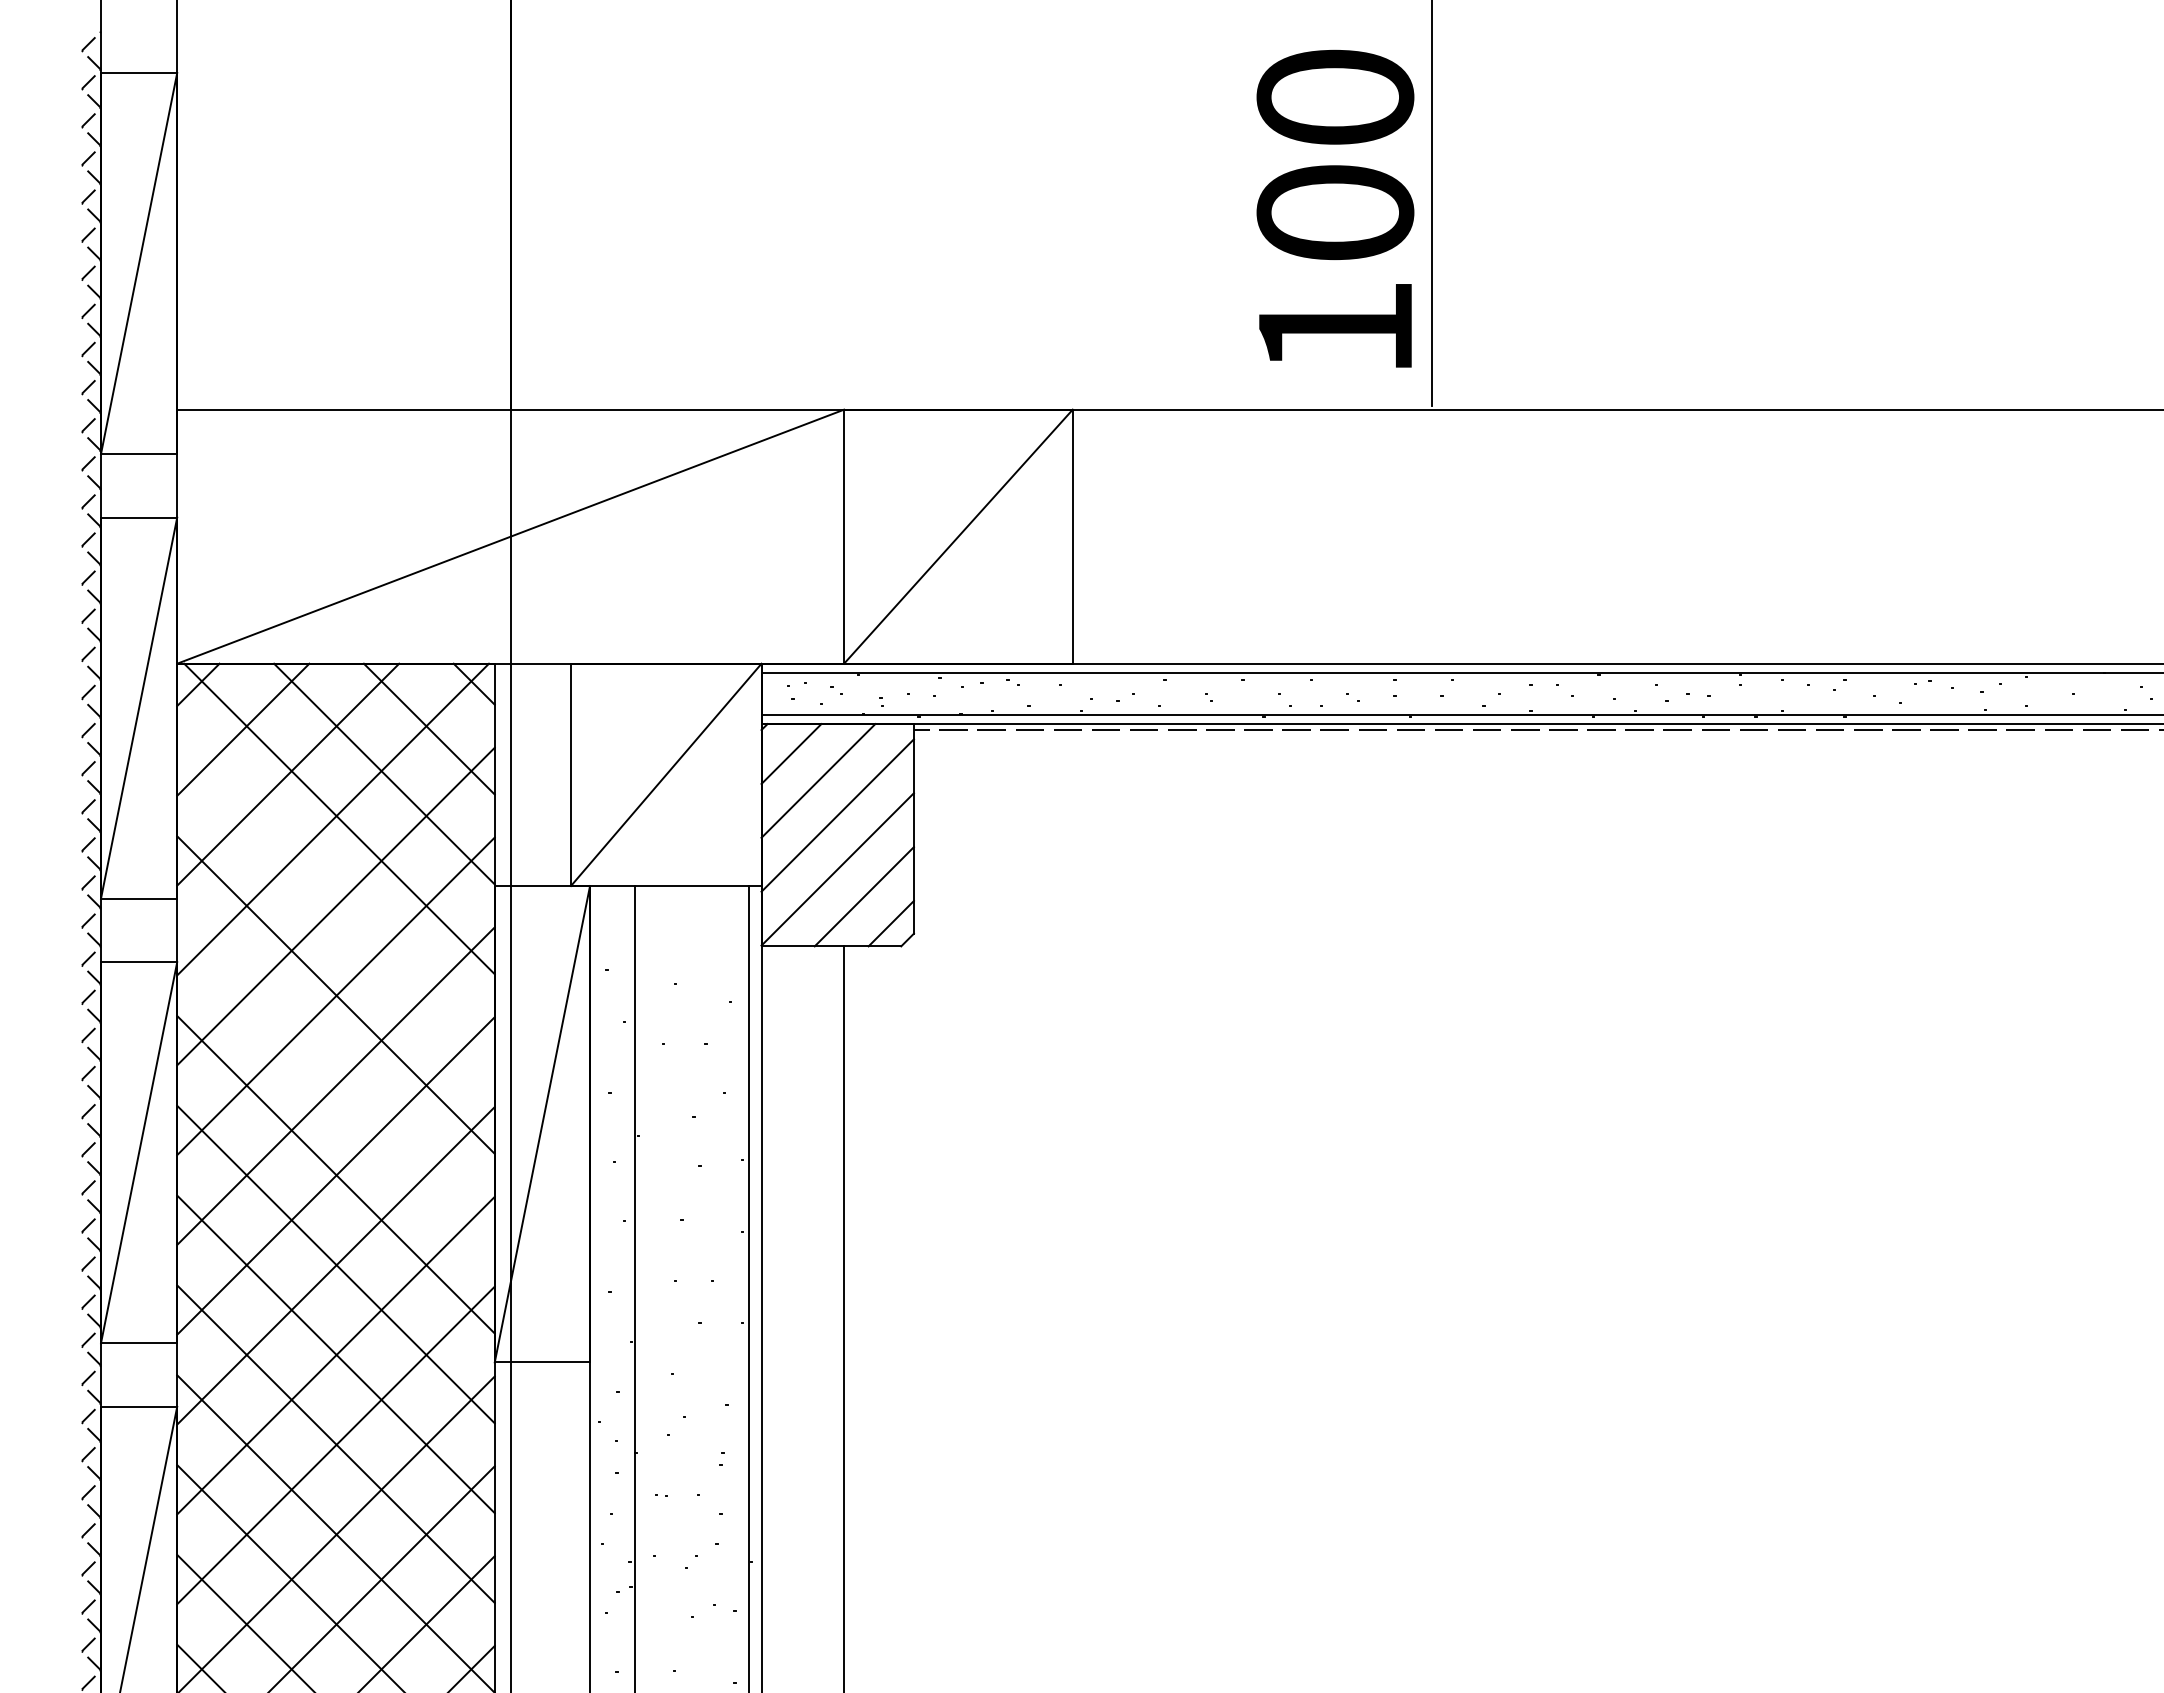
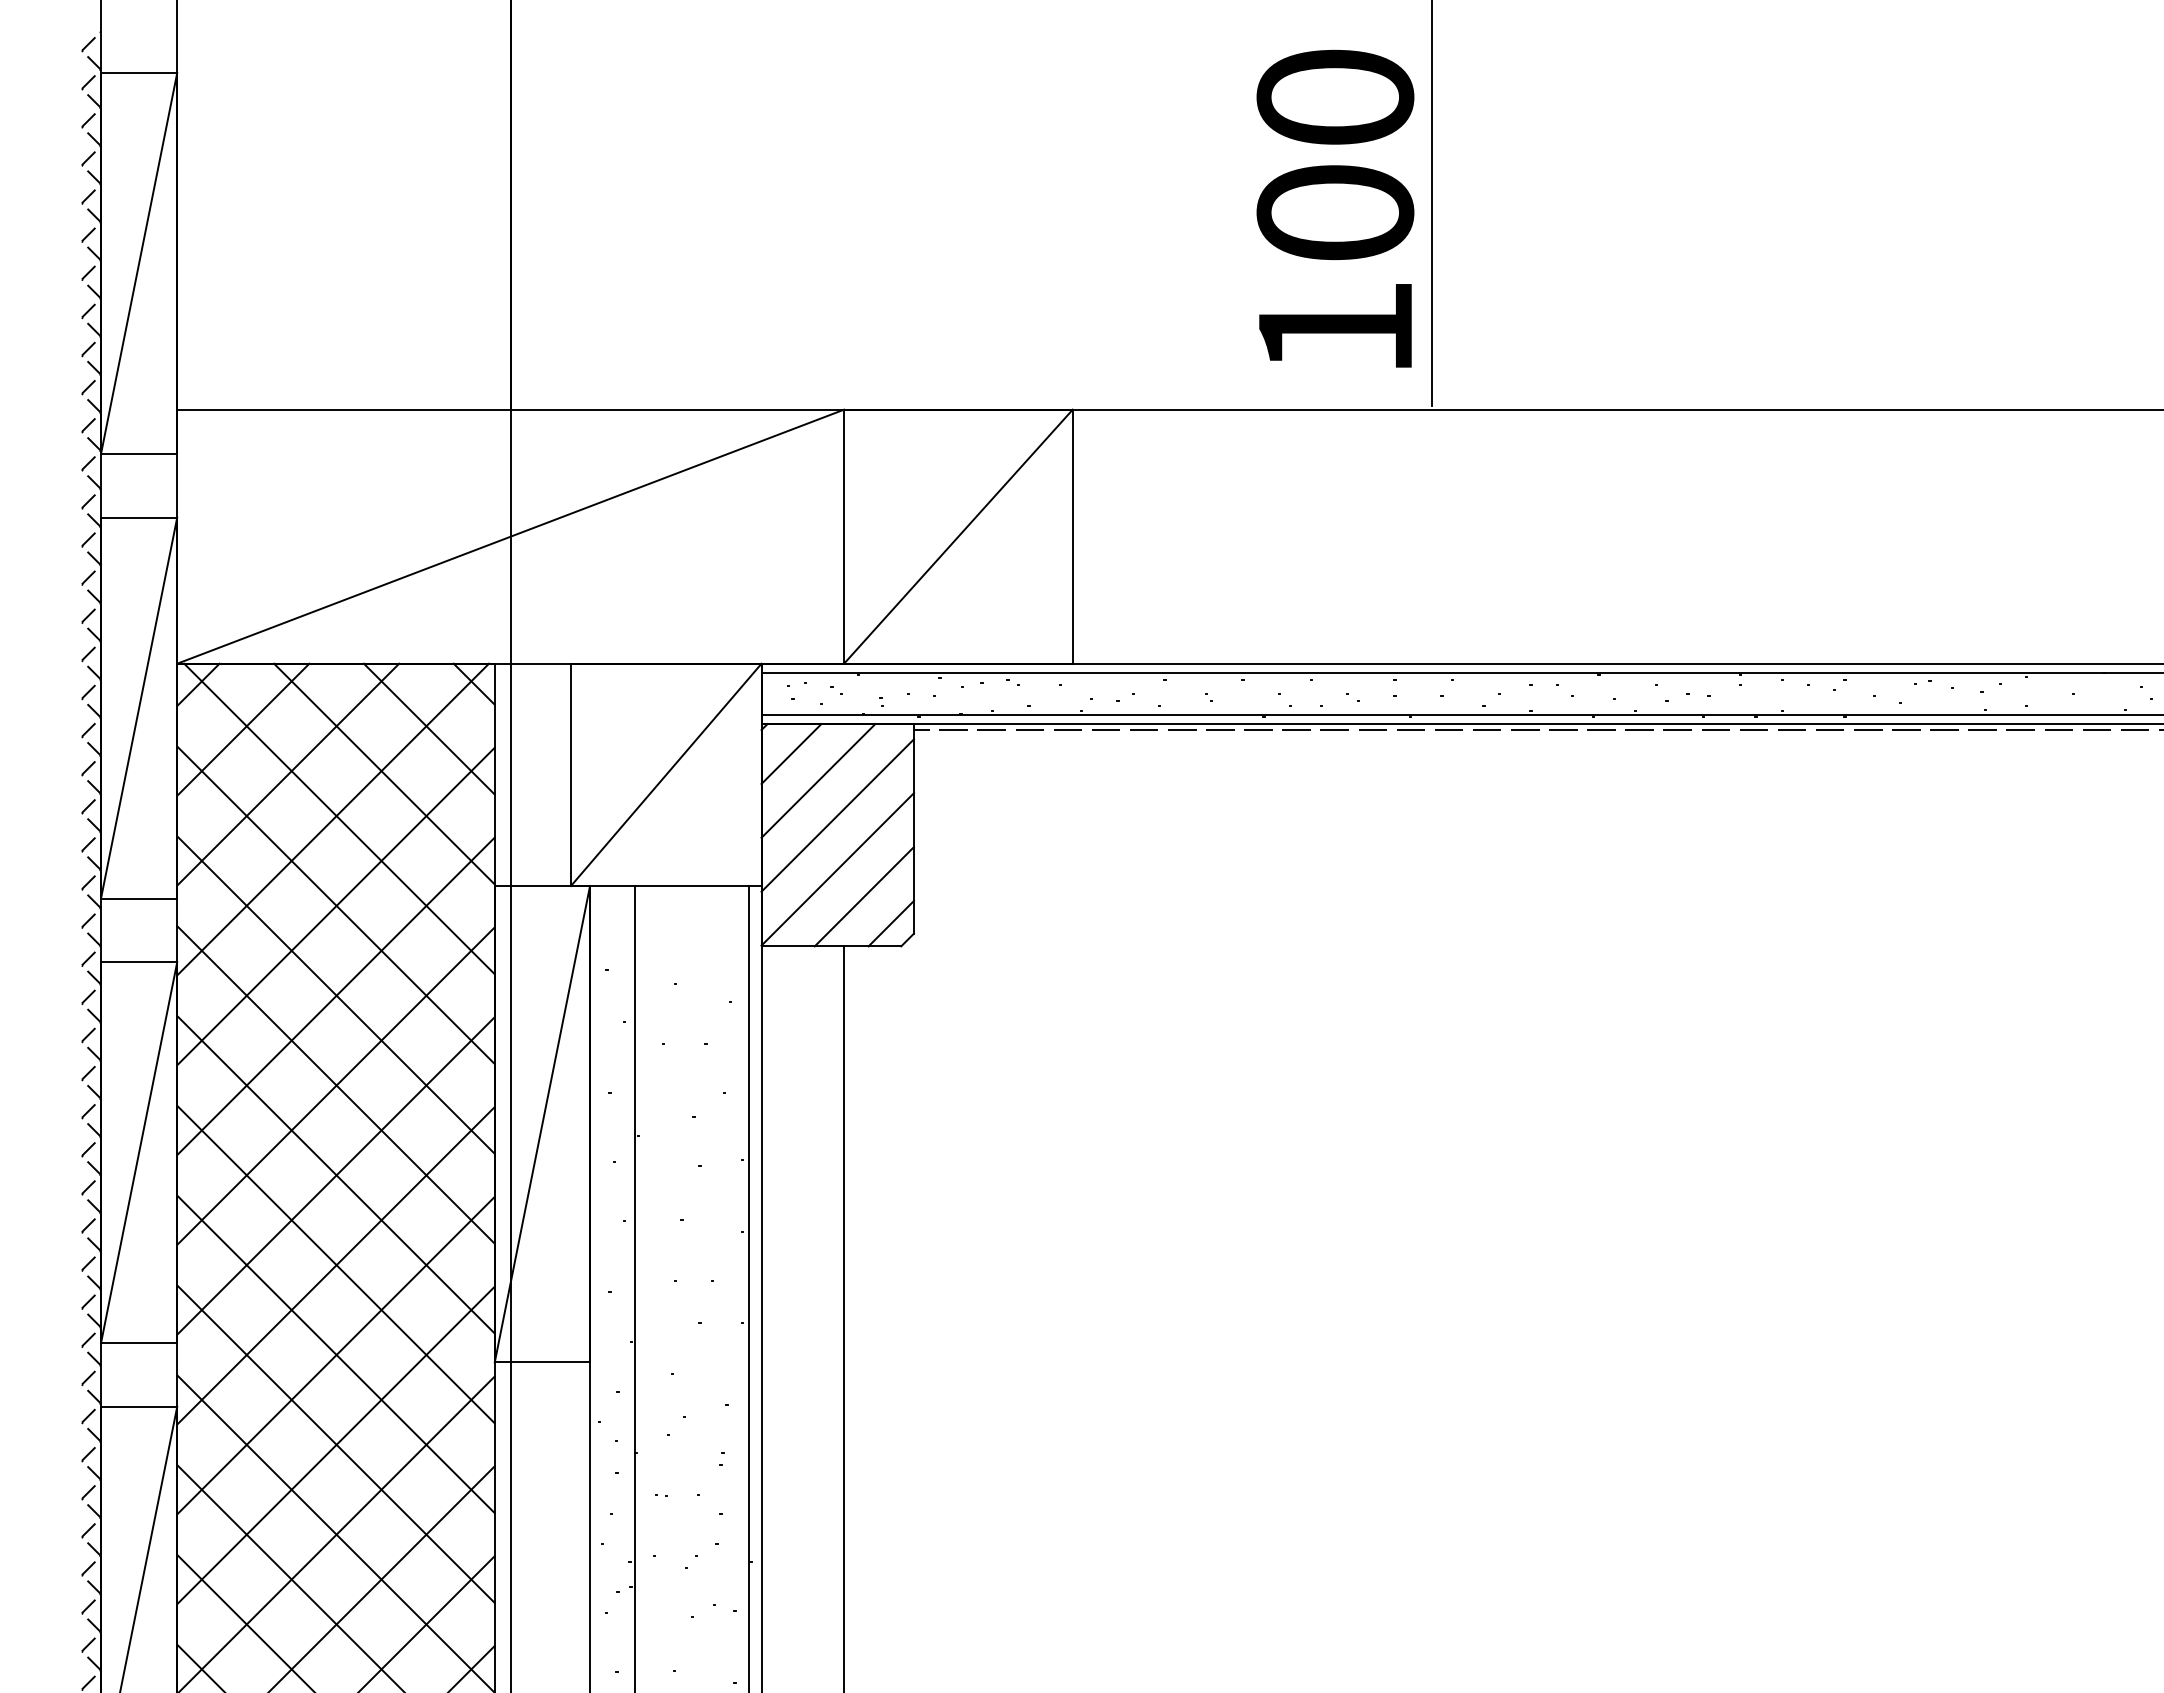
line at (335, 905): none -> present
line at (335, 1084): none -> present
